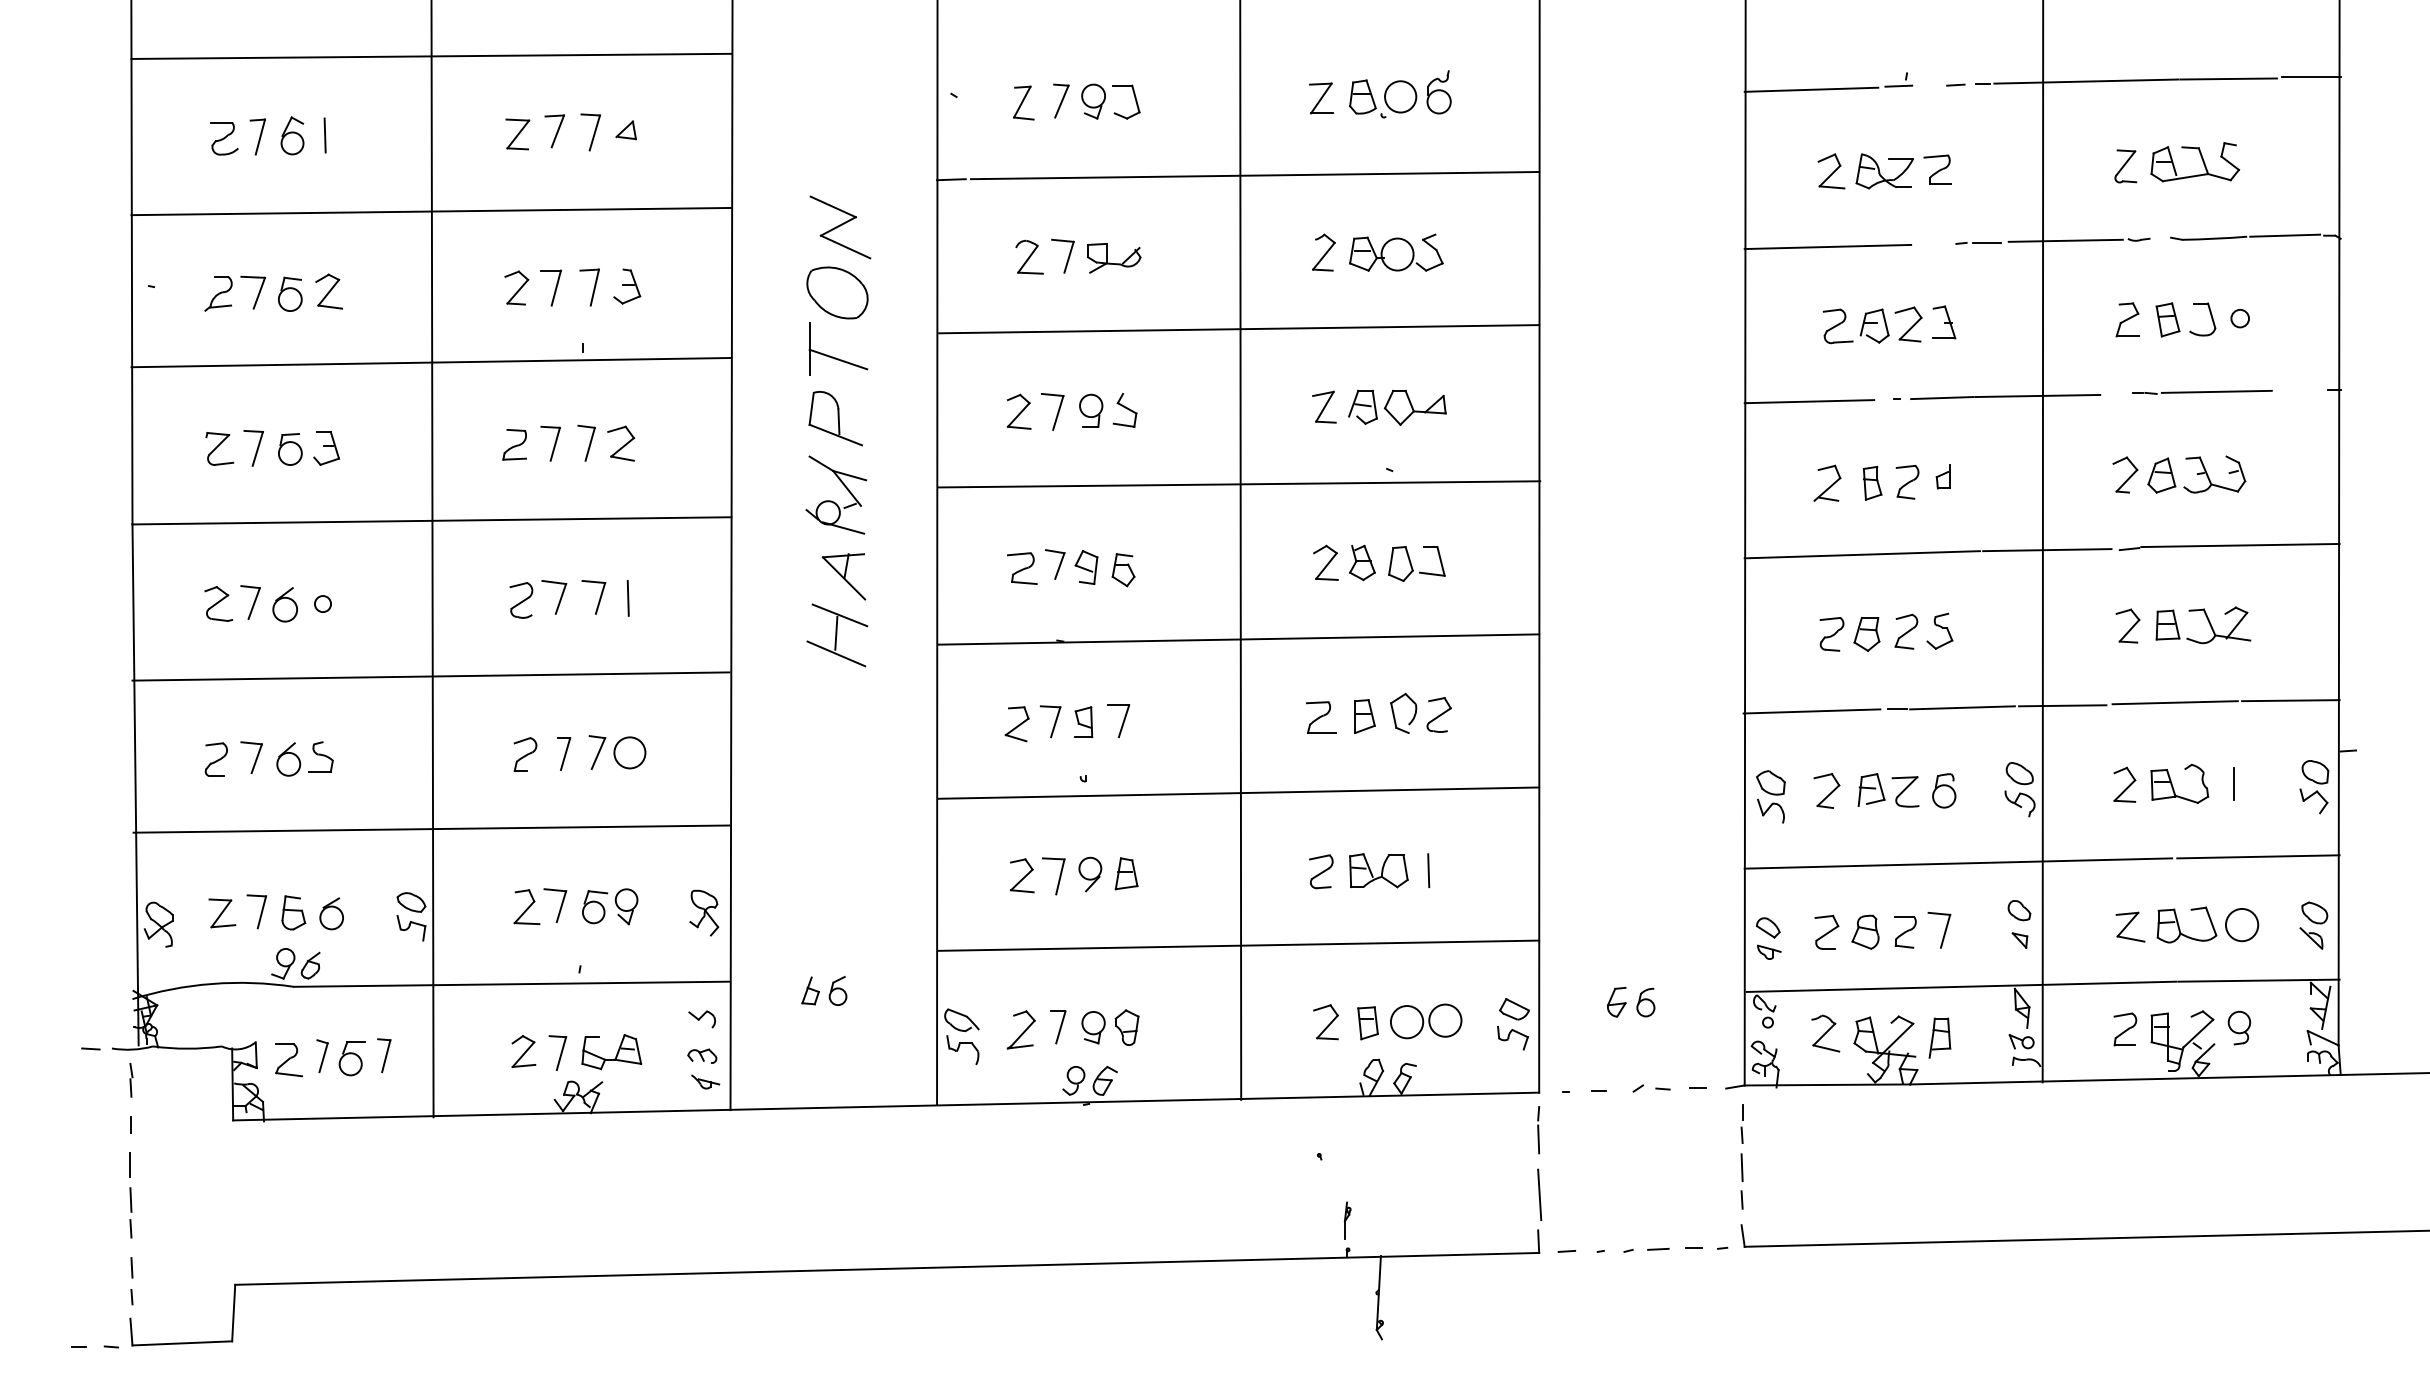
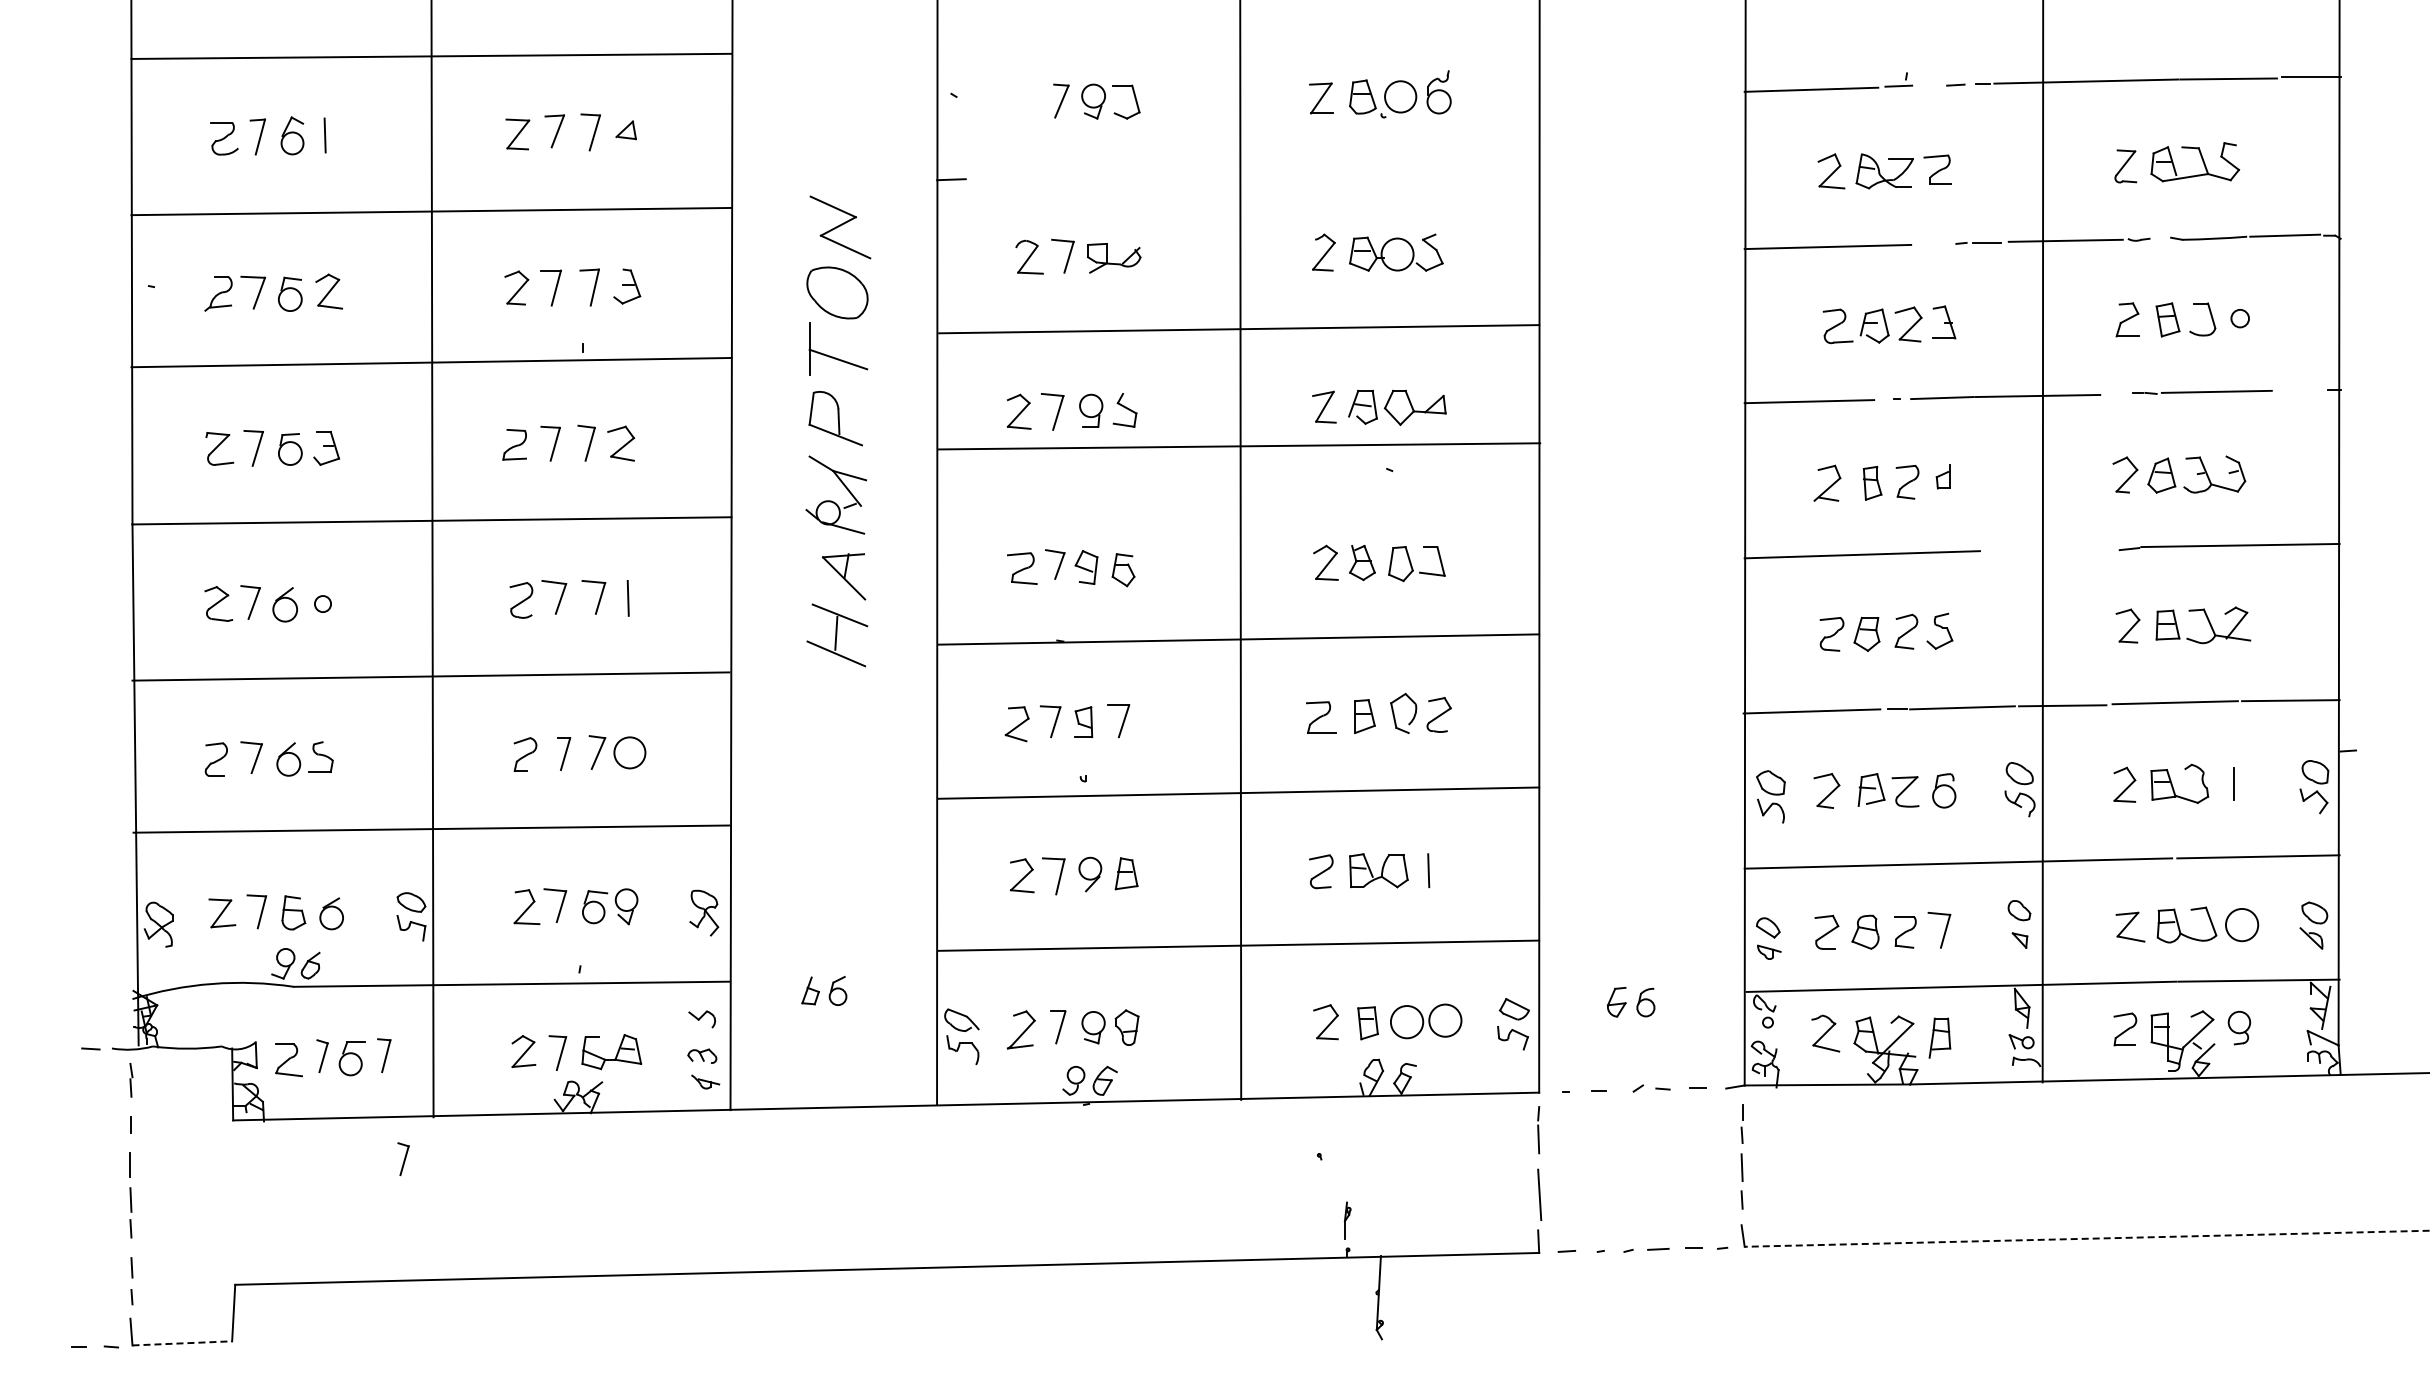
part at (1023, 102): present -> none
line at (1254, 175): present -> none
line at (1239, 484) position: (1239, 484) -> (1239, 446)
line at (2047, 550): present -> none
part at (403, 1158): none -> present
line at (2086, 1238): solid -> dashed
line at (182, 1343): solid -> dashed
